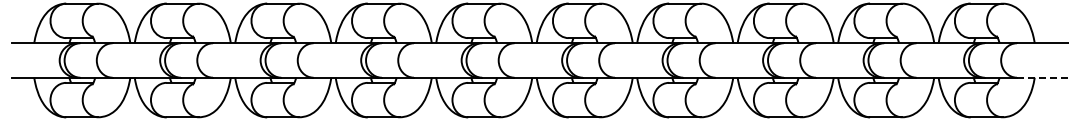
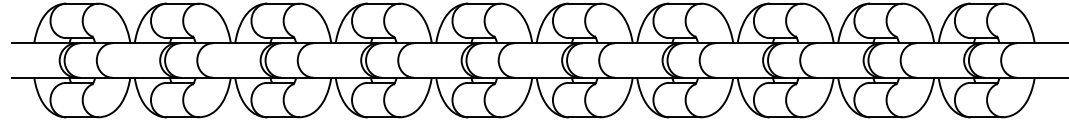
line at (1042, 77): dashed -> solid
